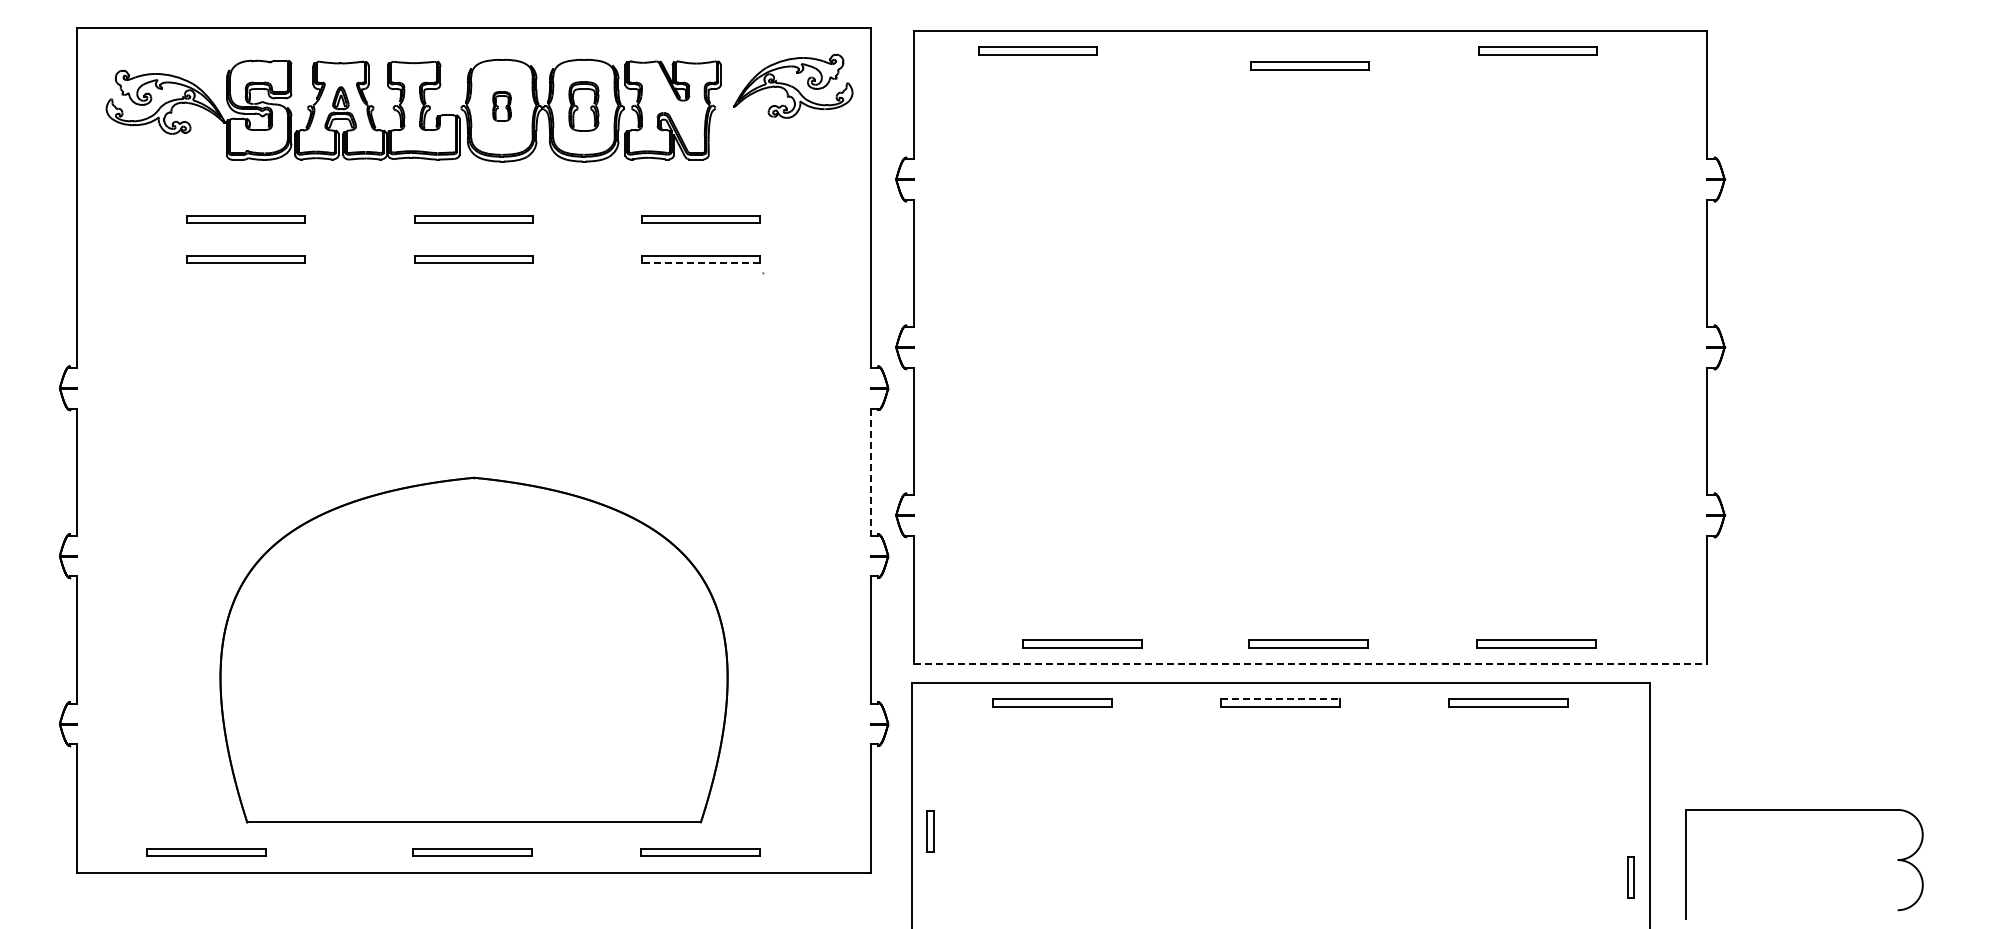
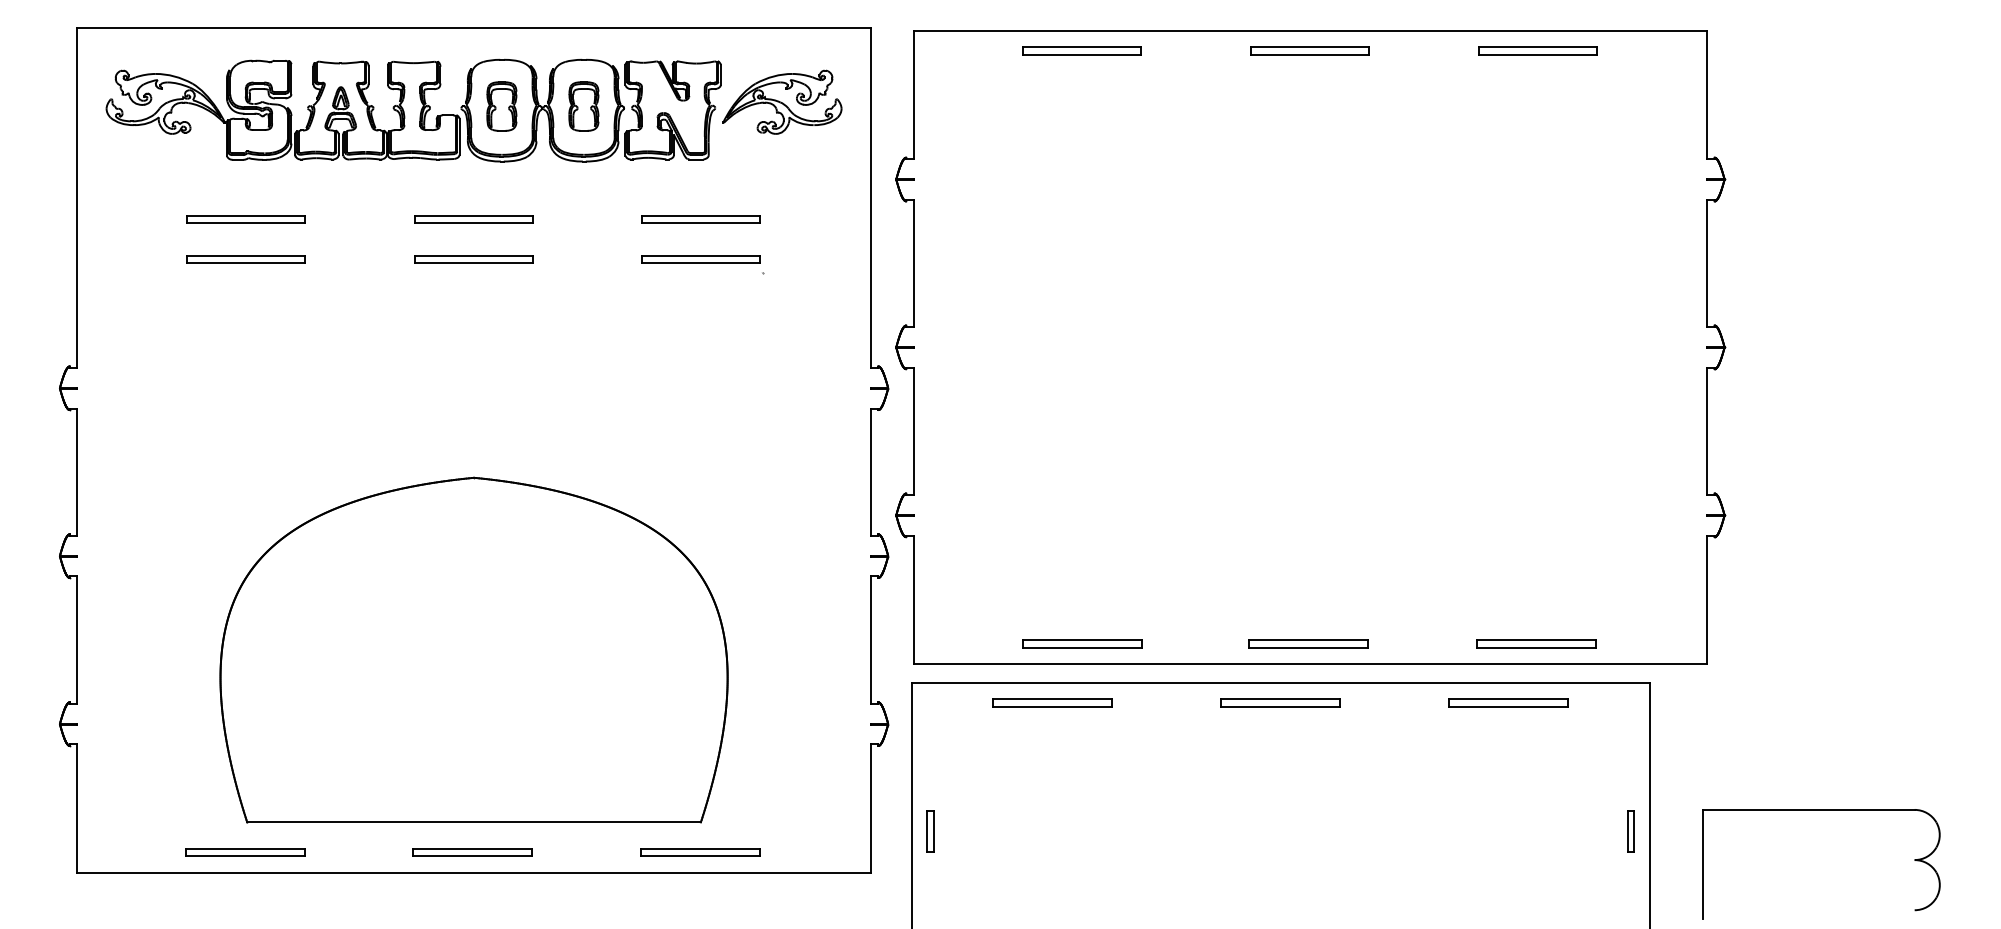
part at (1037, 50) position: (1037, 50) -> (1081, 50)
part at (1309, 65) position: (1309, 65) -> (1309, 50)
part at (793, 85) position: (793, 85) -> (782, 101)
part at (501, 106) size: 20x31 px -> 32x51 px
line at (700, 263): dashed -> solid
line at (870, 472): dashed -> solid
line at (1310, 663): dashed -> solid
line at (1280, 699): dashed -> solid
part at (1804, 810) position: (1804, 810) -> (1821, 810)
part at (206, 852) position: (206, 852) -> (245, 852)
part at (1630, 877) position: (1630, 877) -> (1630, 831)
